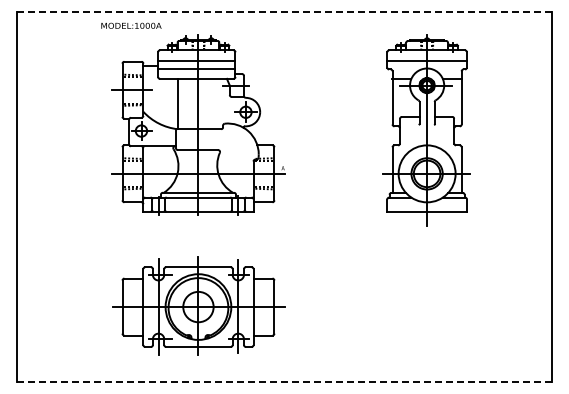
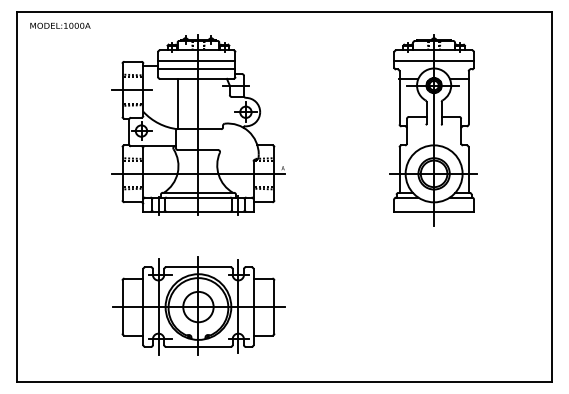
line at (284, 11): dashed -> solid
text at (131, 25) position: (131, 25) -> (60, 25)
part at (426, 130) position: (426, 130) -> (433, 130)
line at (284, 382): dashed -> solid
